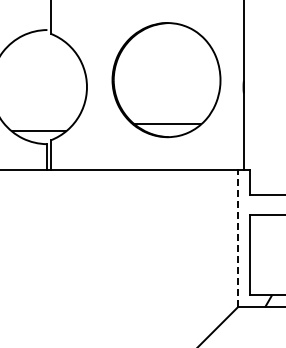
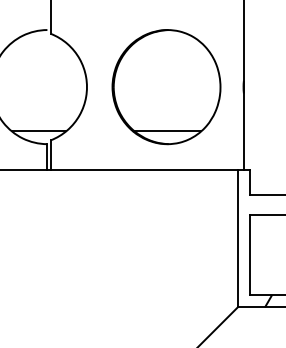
part at (166, 80) position: (166, 80) -> (166, 87)
line at (237, 238): dashed -> solid
